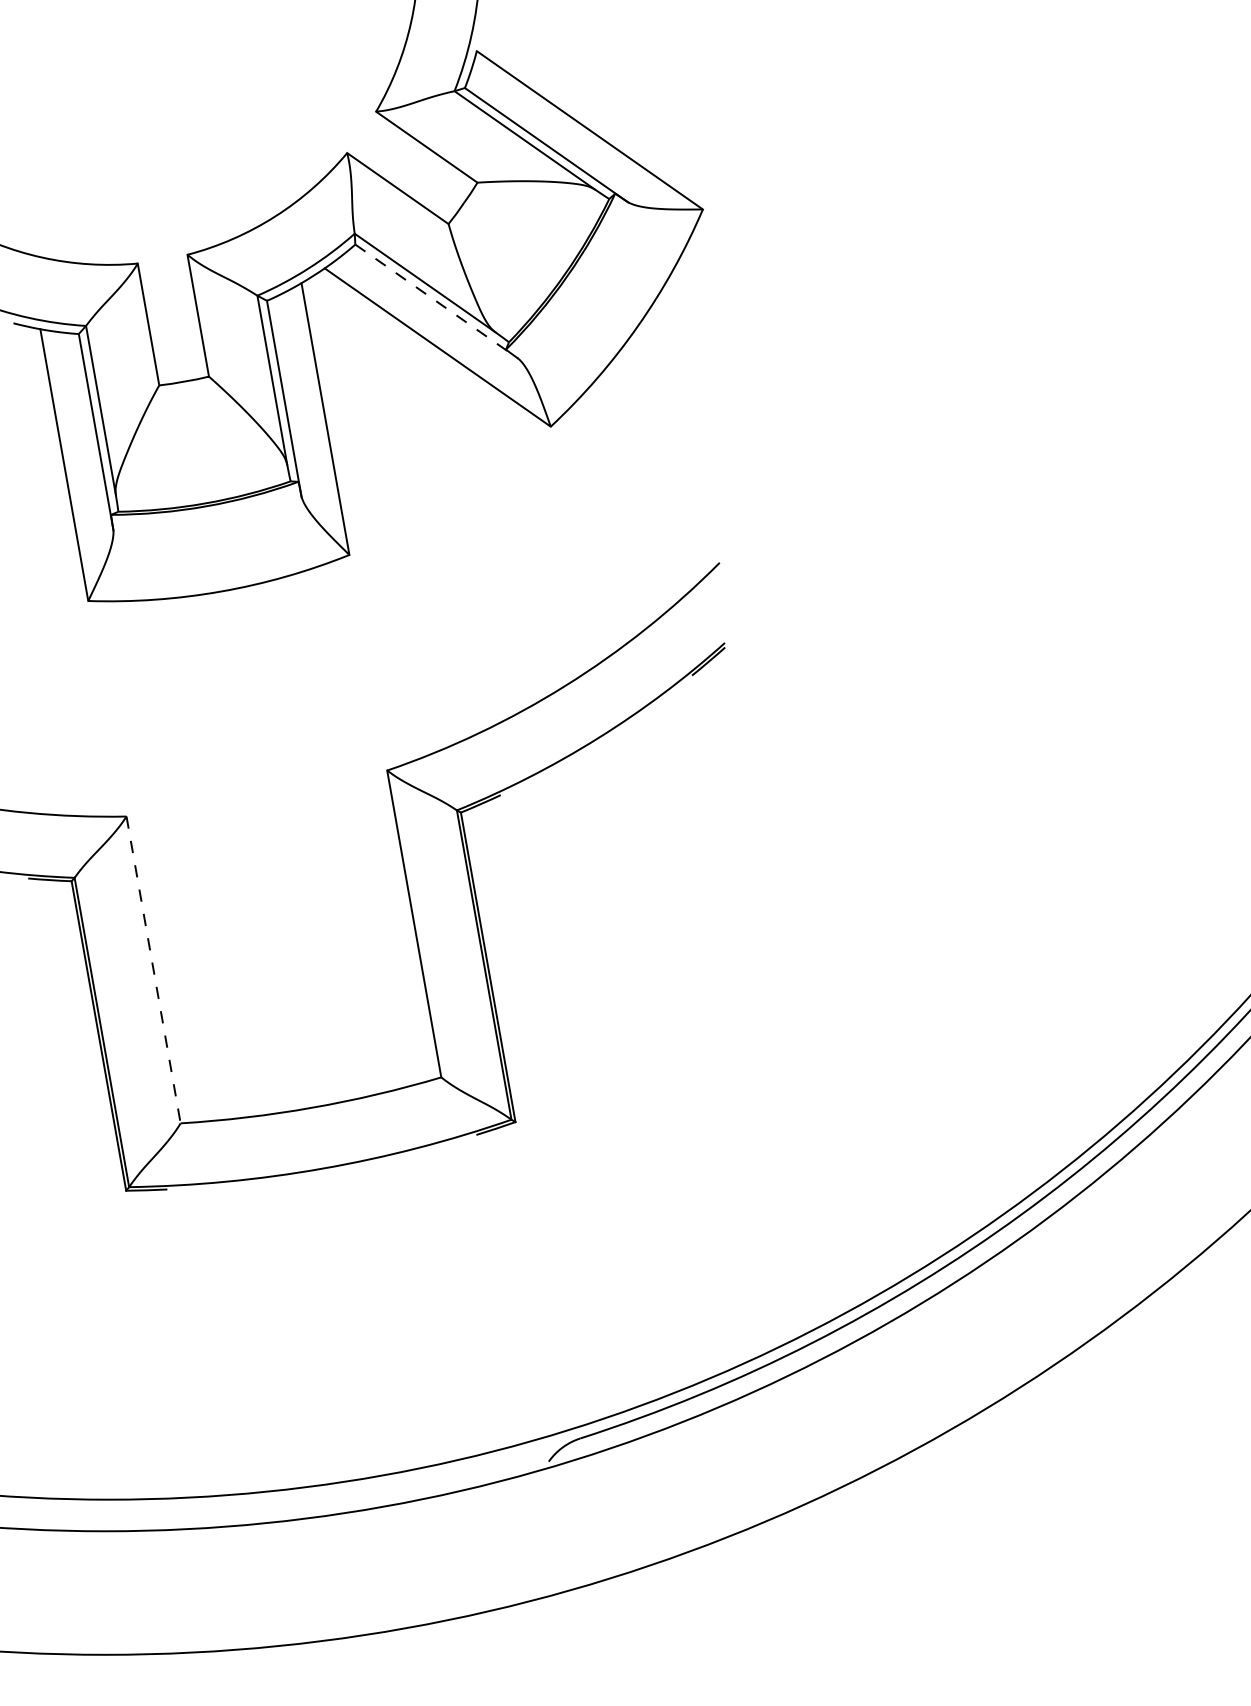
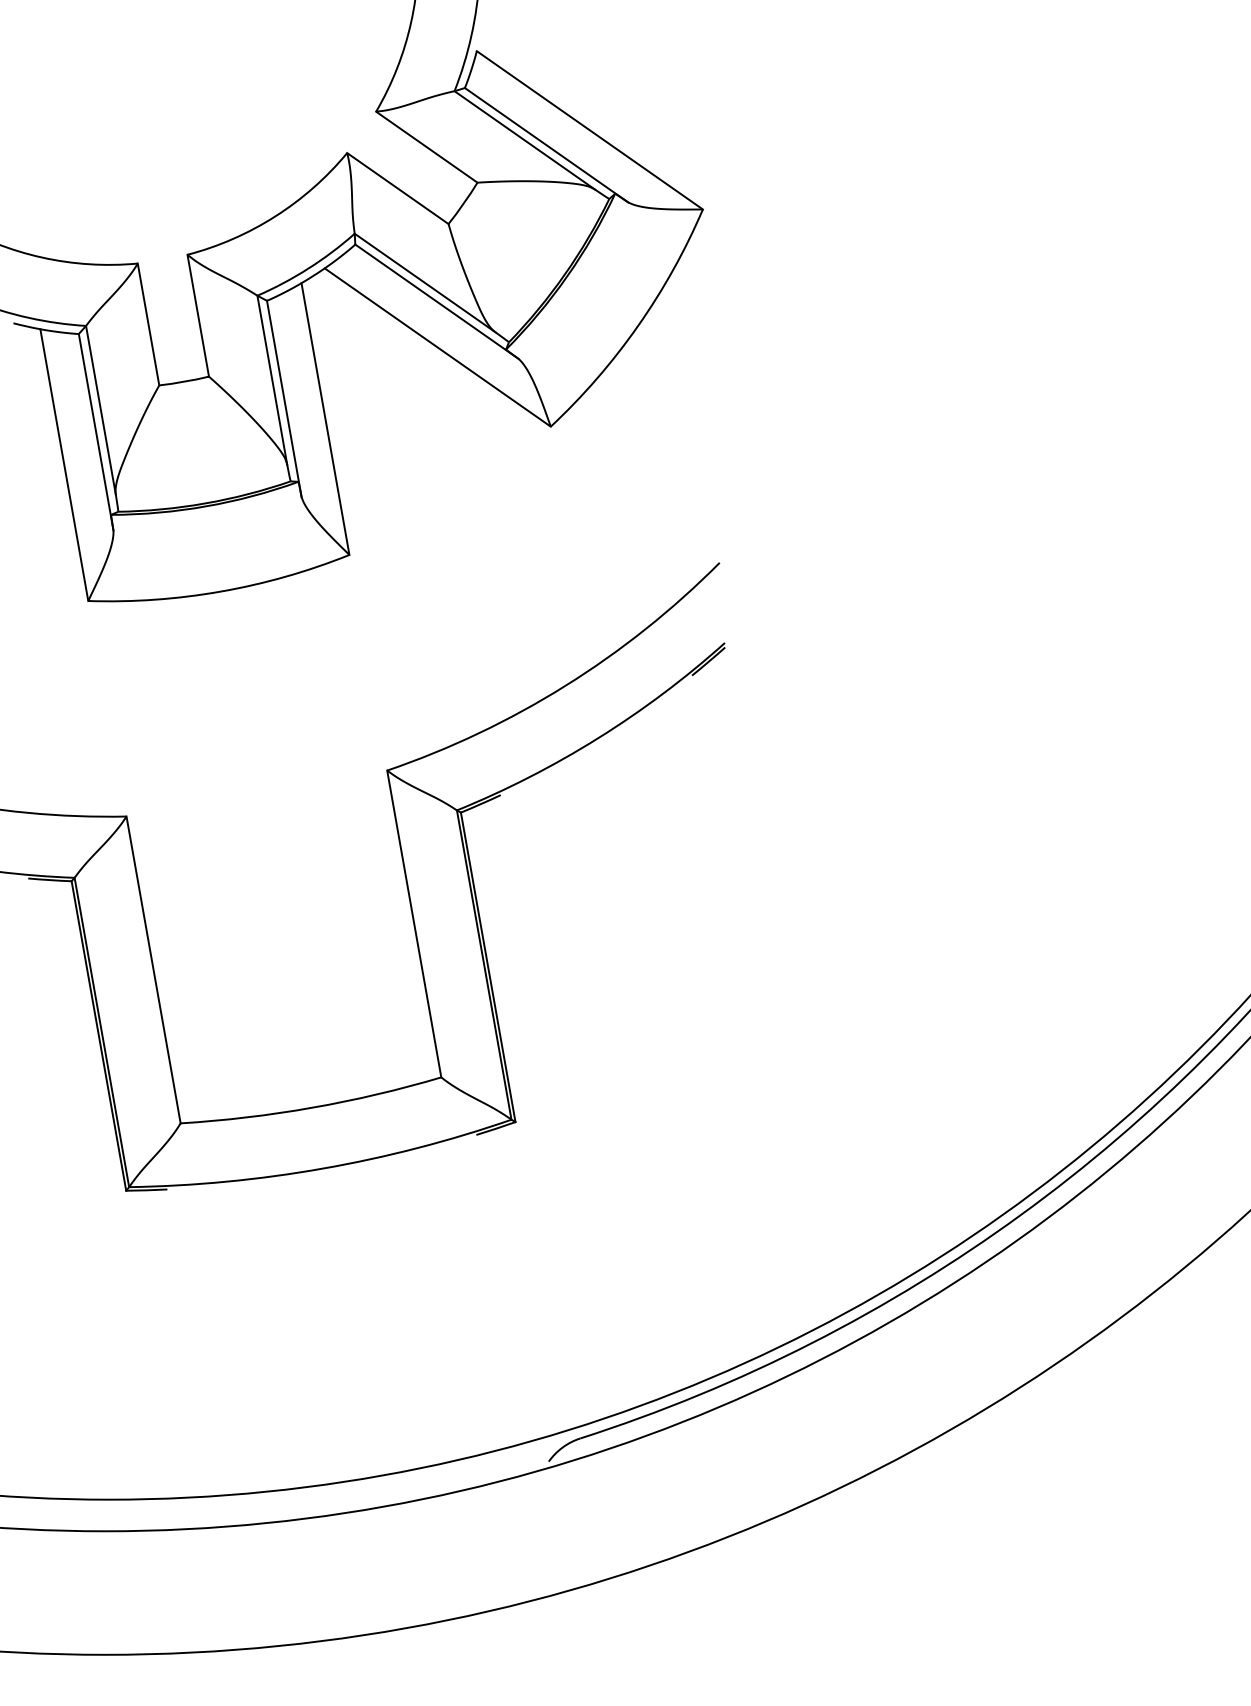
line at (437, 301): dashed -> solid
line at (153, 969): dashed -> solid
